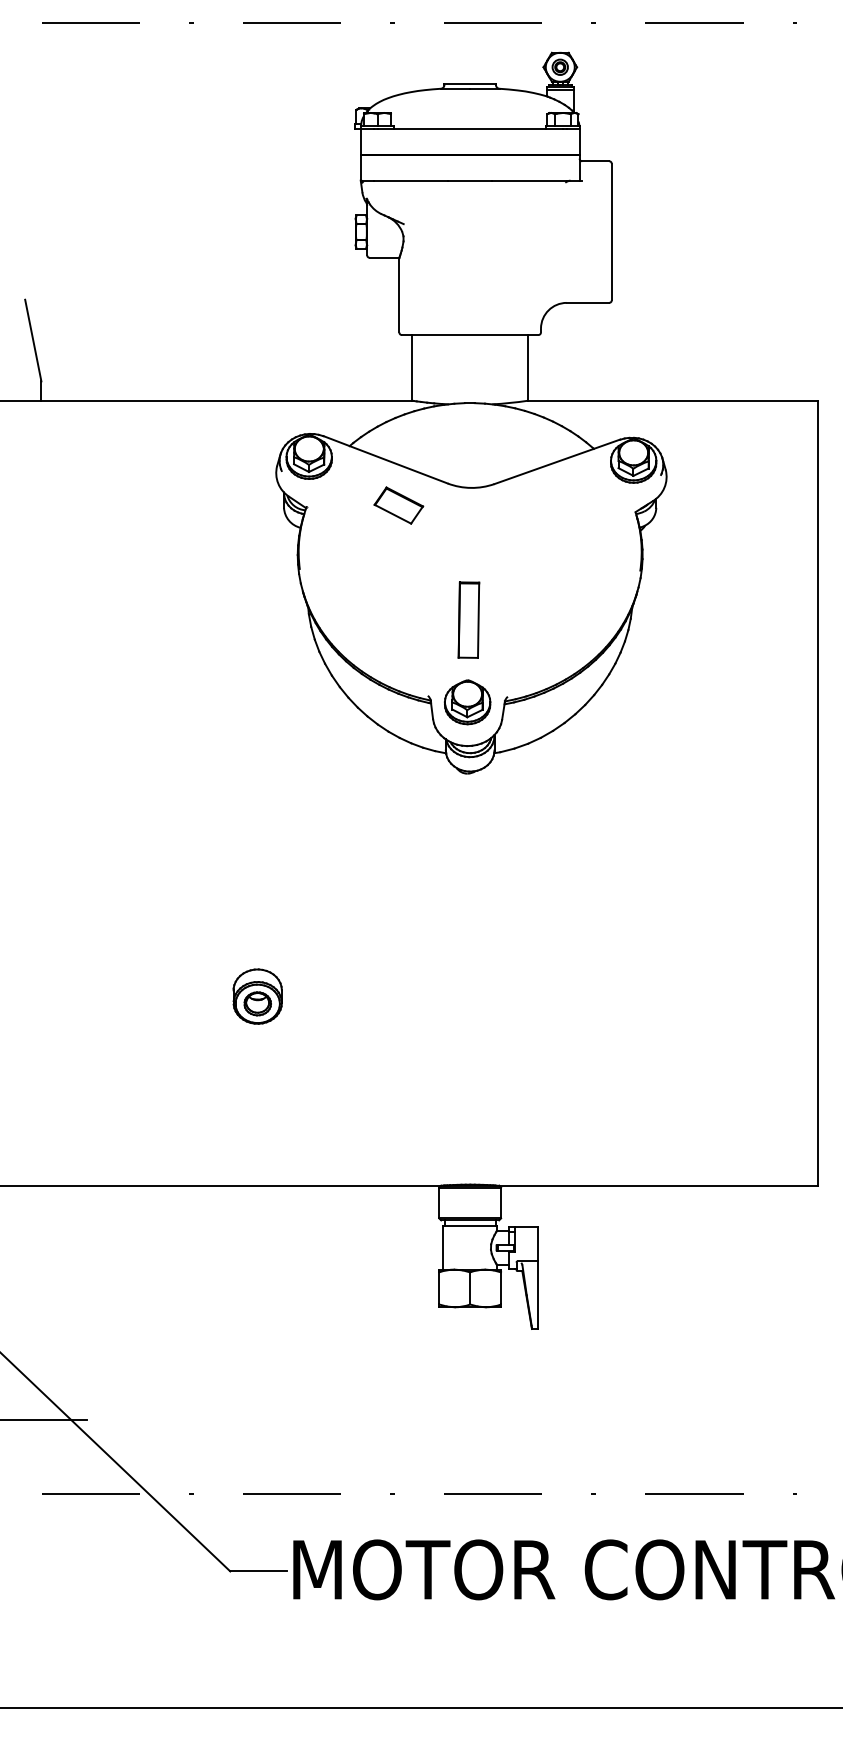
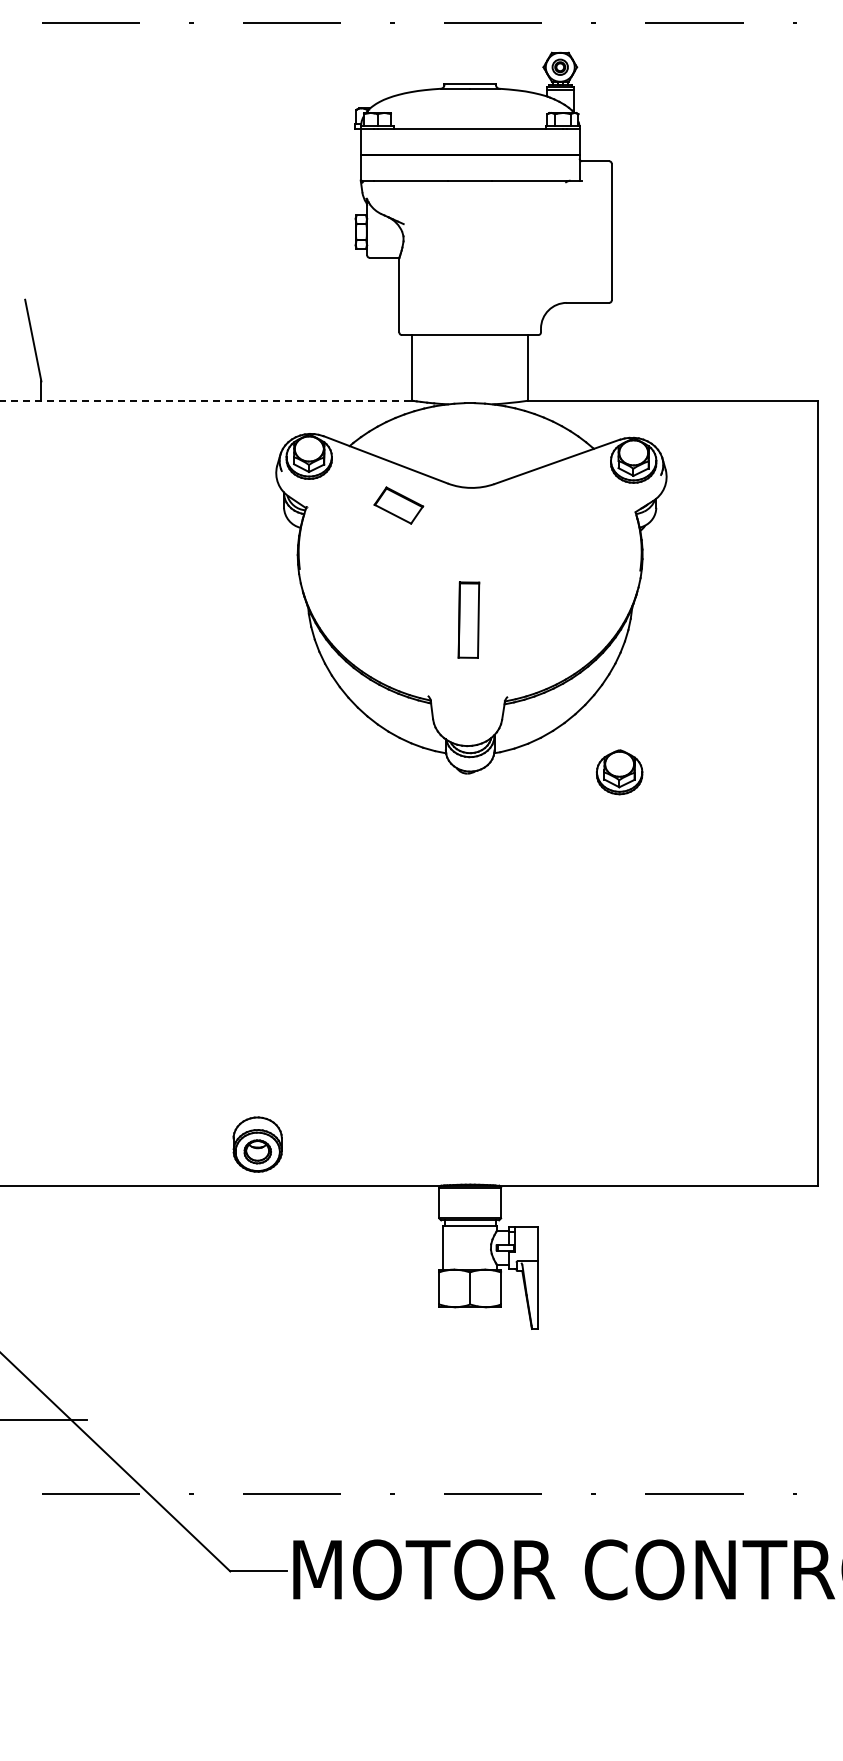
line at (206, 400): solid -> dashed
part at (467, 702) position: (467, 702) -> (619, 772)
part at (257, 996) position: (257, 996) -> (257, 1144)
line at (420, 1708): present -> none
